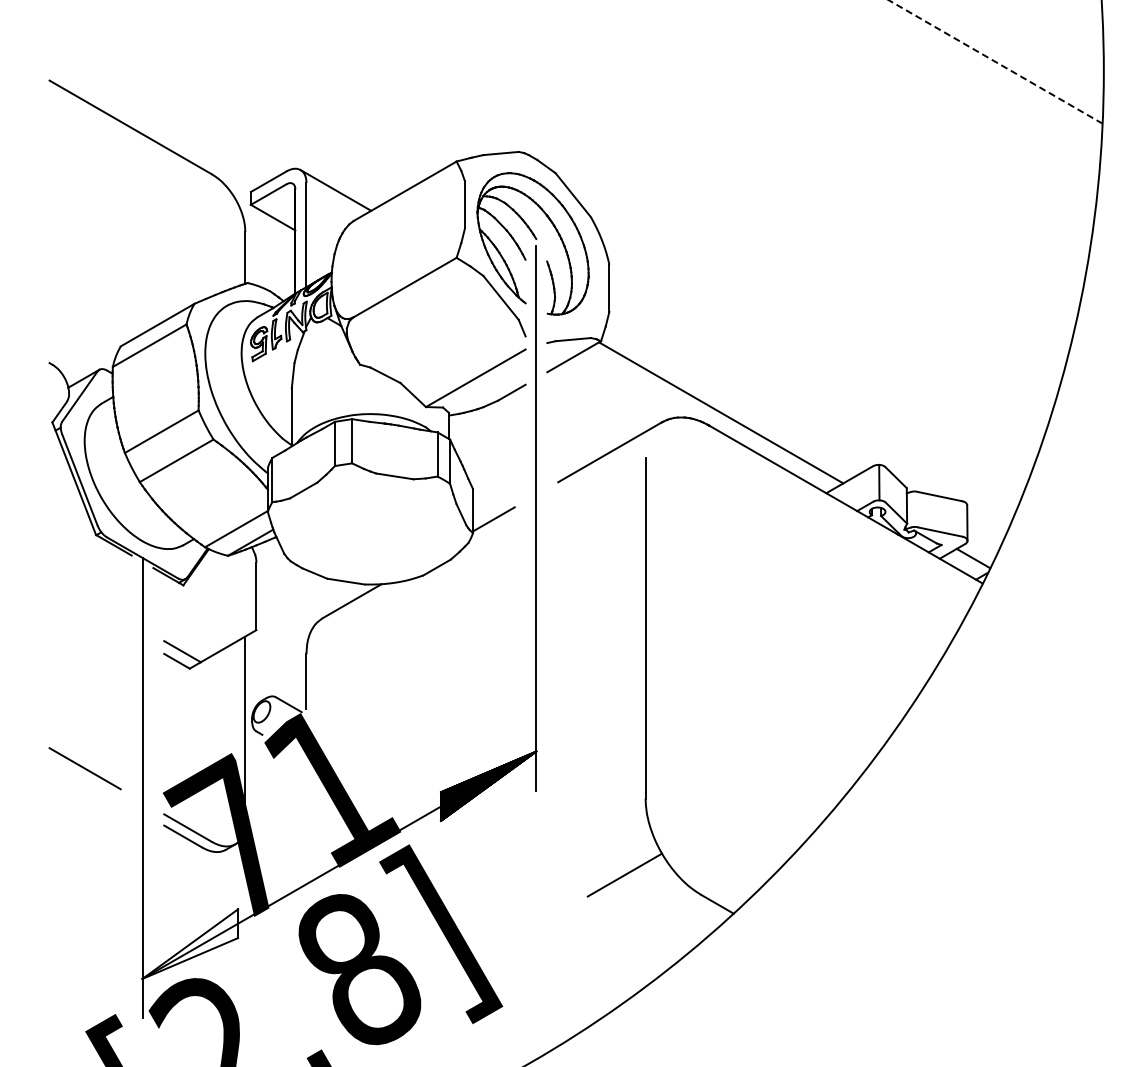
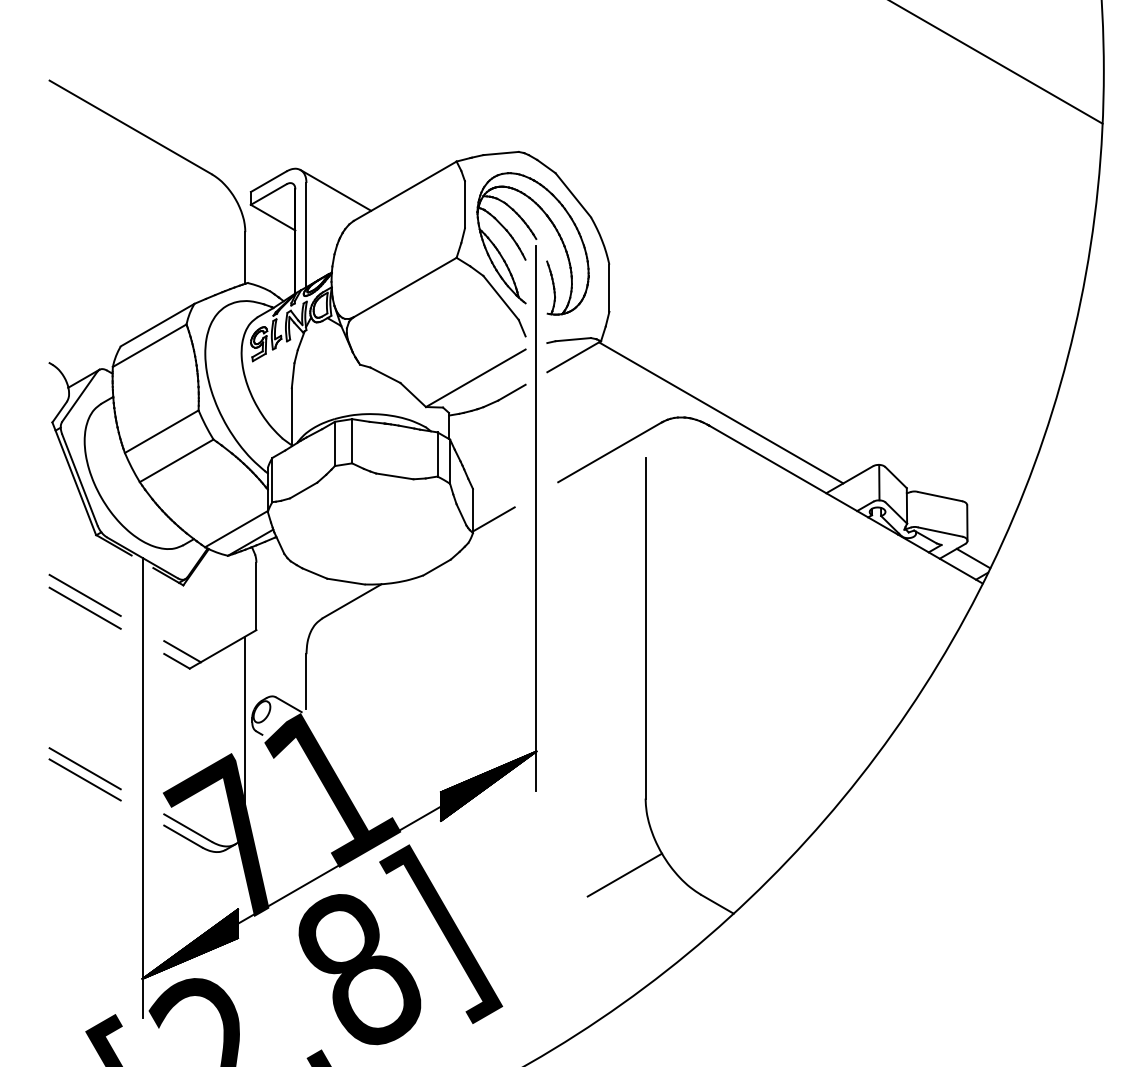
line at (995, 61): dashed -> solid
line at (84, 595): none -> present
line at (84, 607): none -> present
line at (84, 779): none -> present
hatch at (190, 943): none -> present
